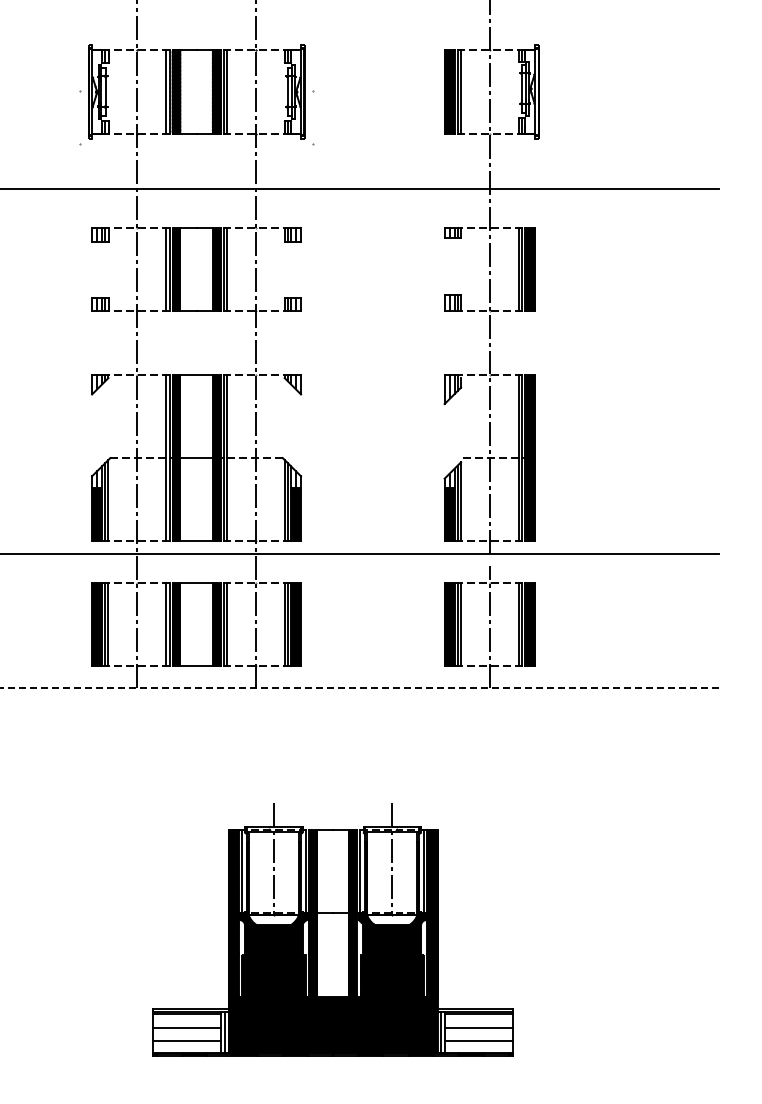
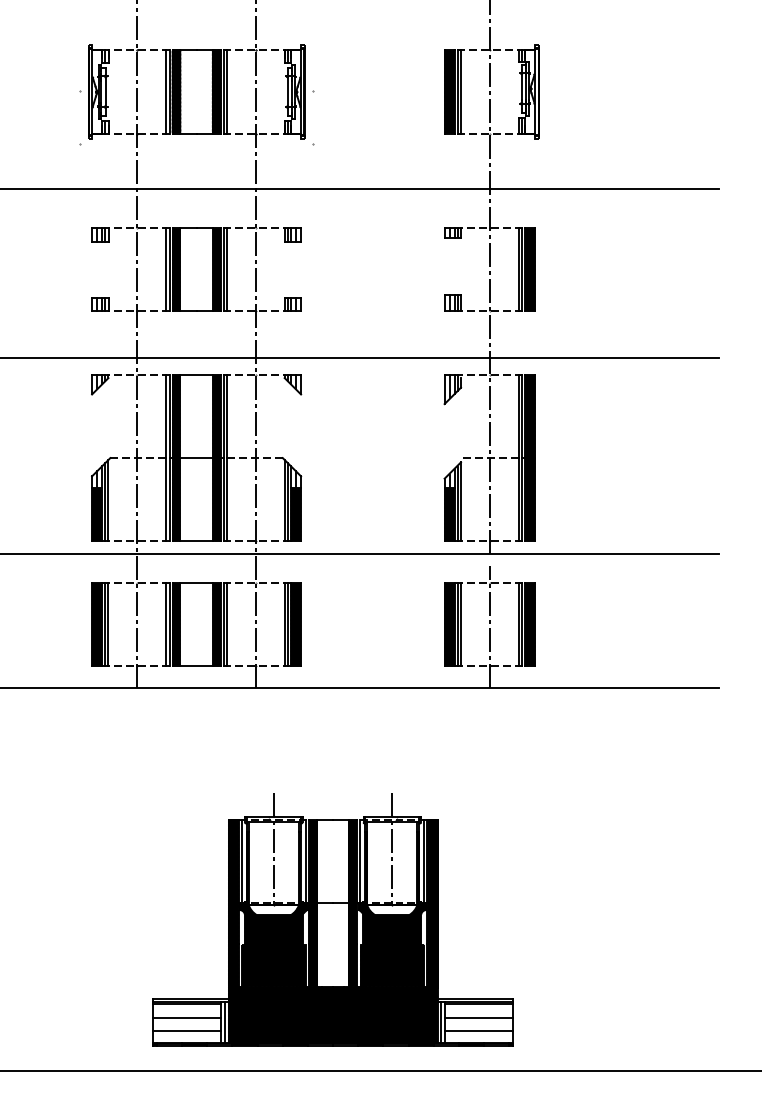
line at (360, 357): none -> present
line at (359, 687): dashed -> solid
part at (332, 929) position: (332, 929) -> (332, 919)
line at (380, 1070): none -> present
